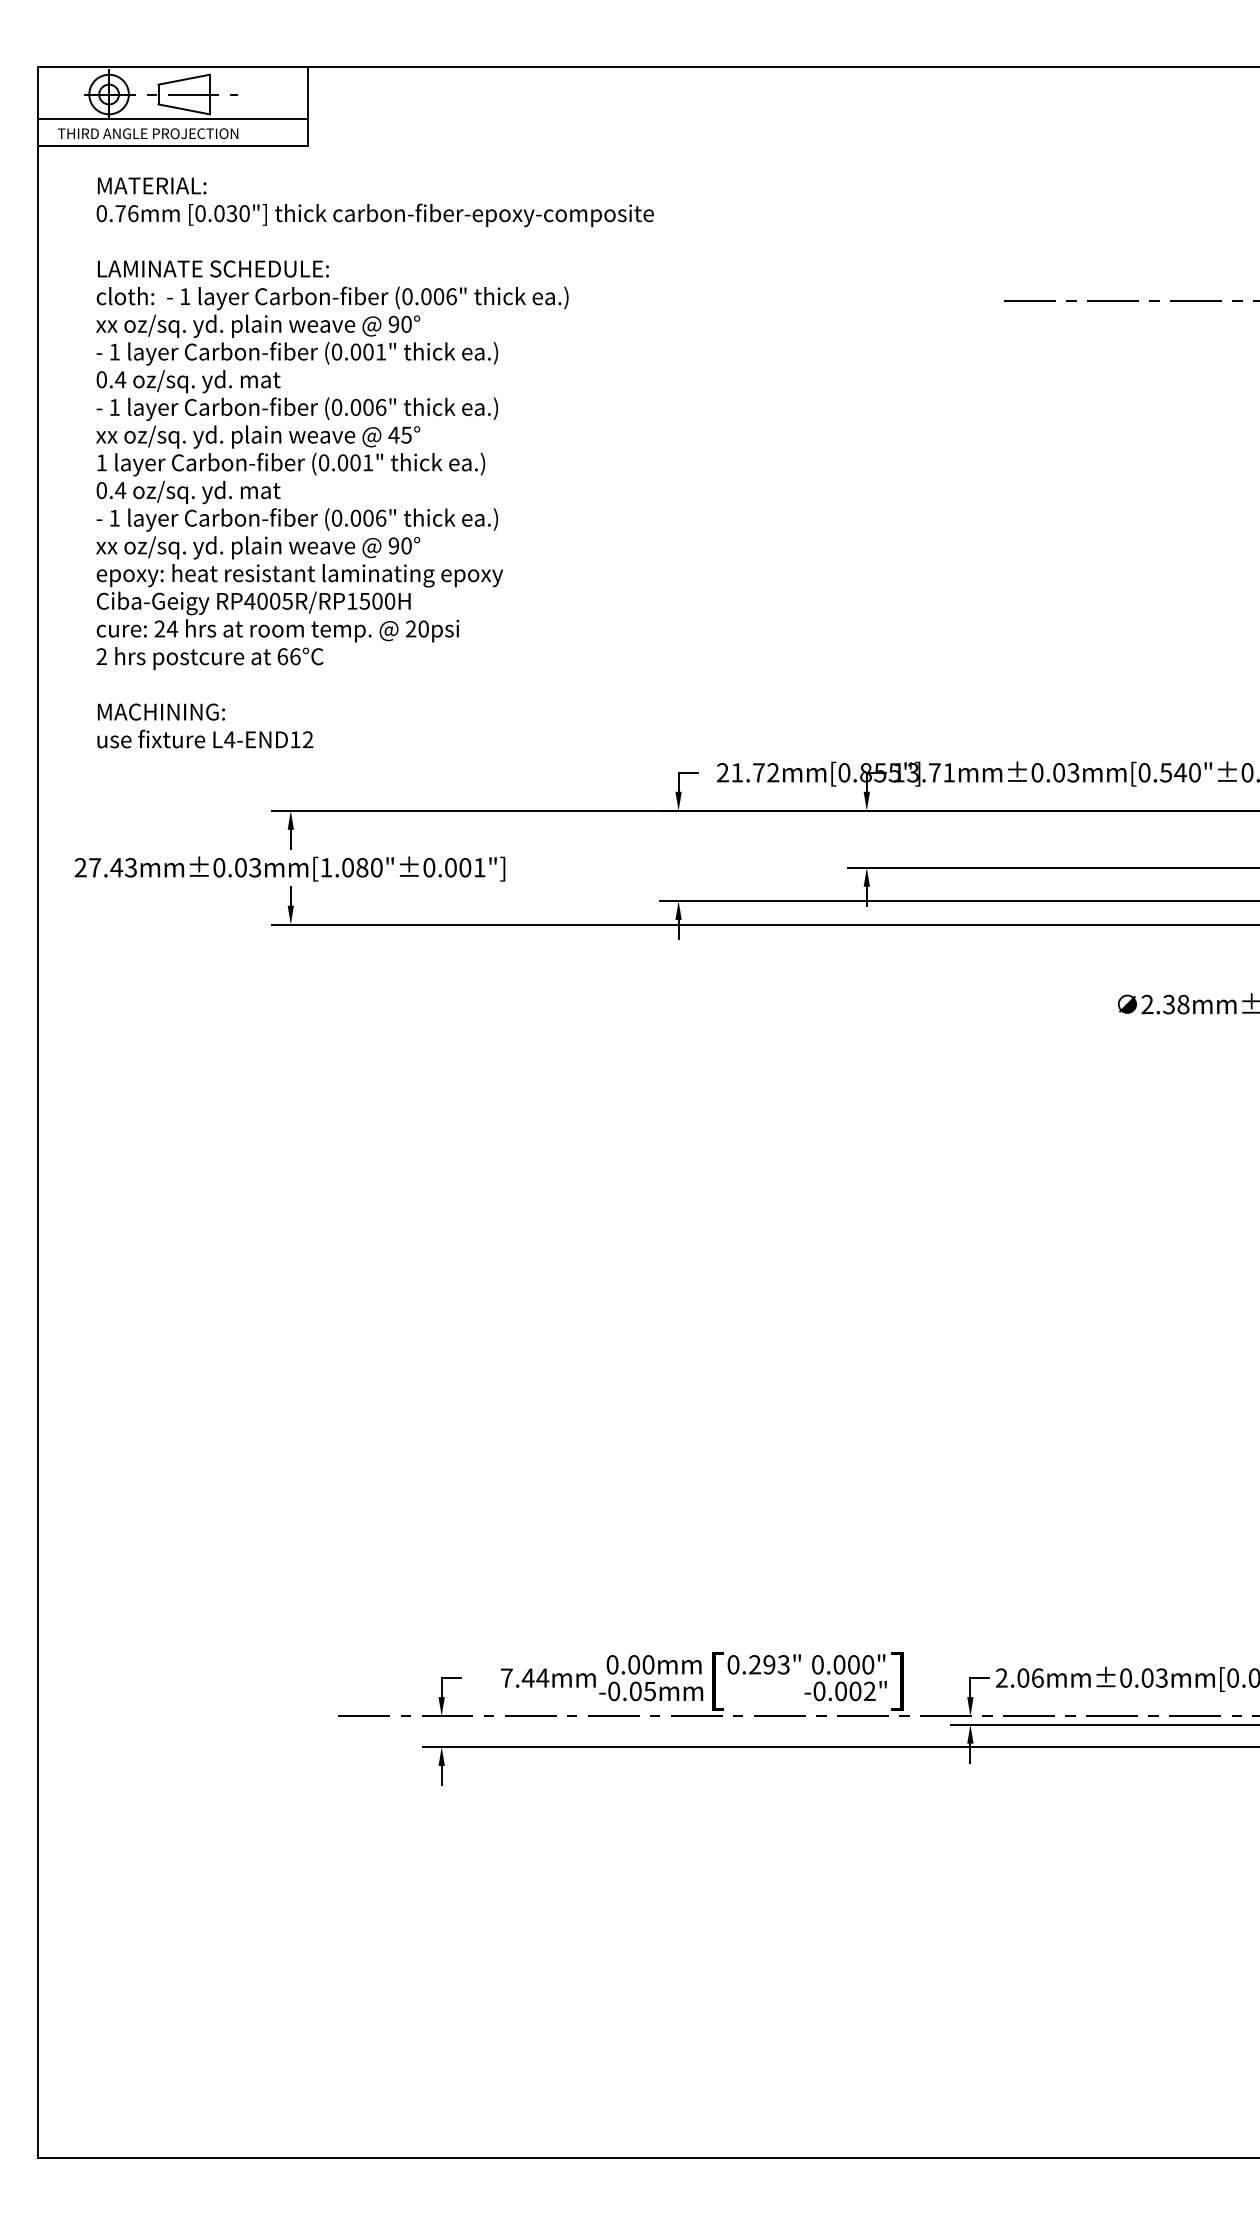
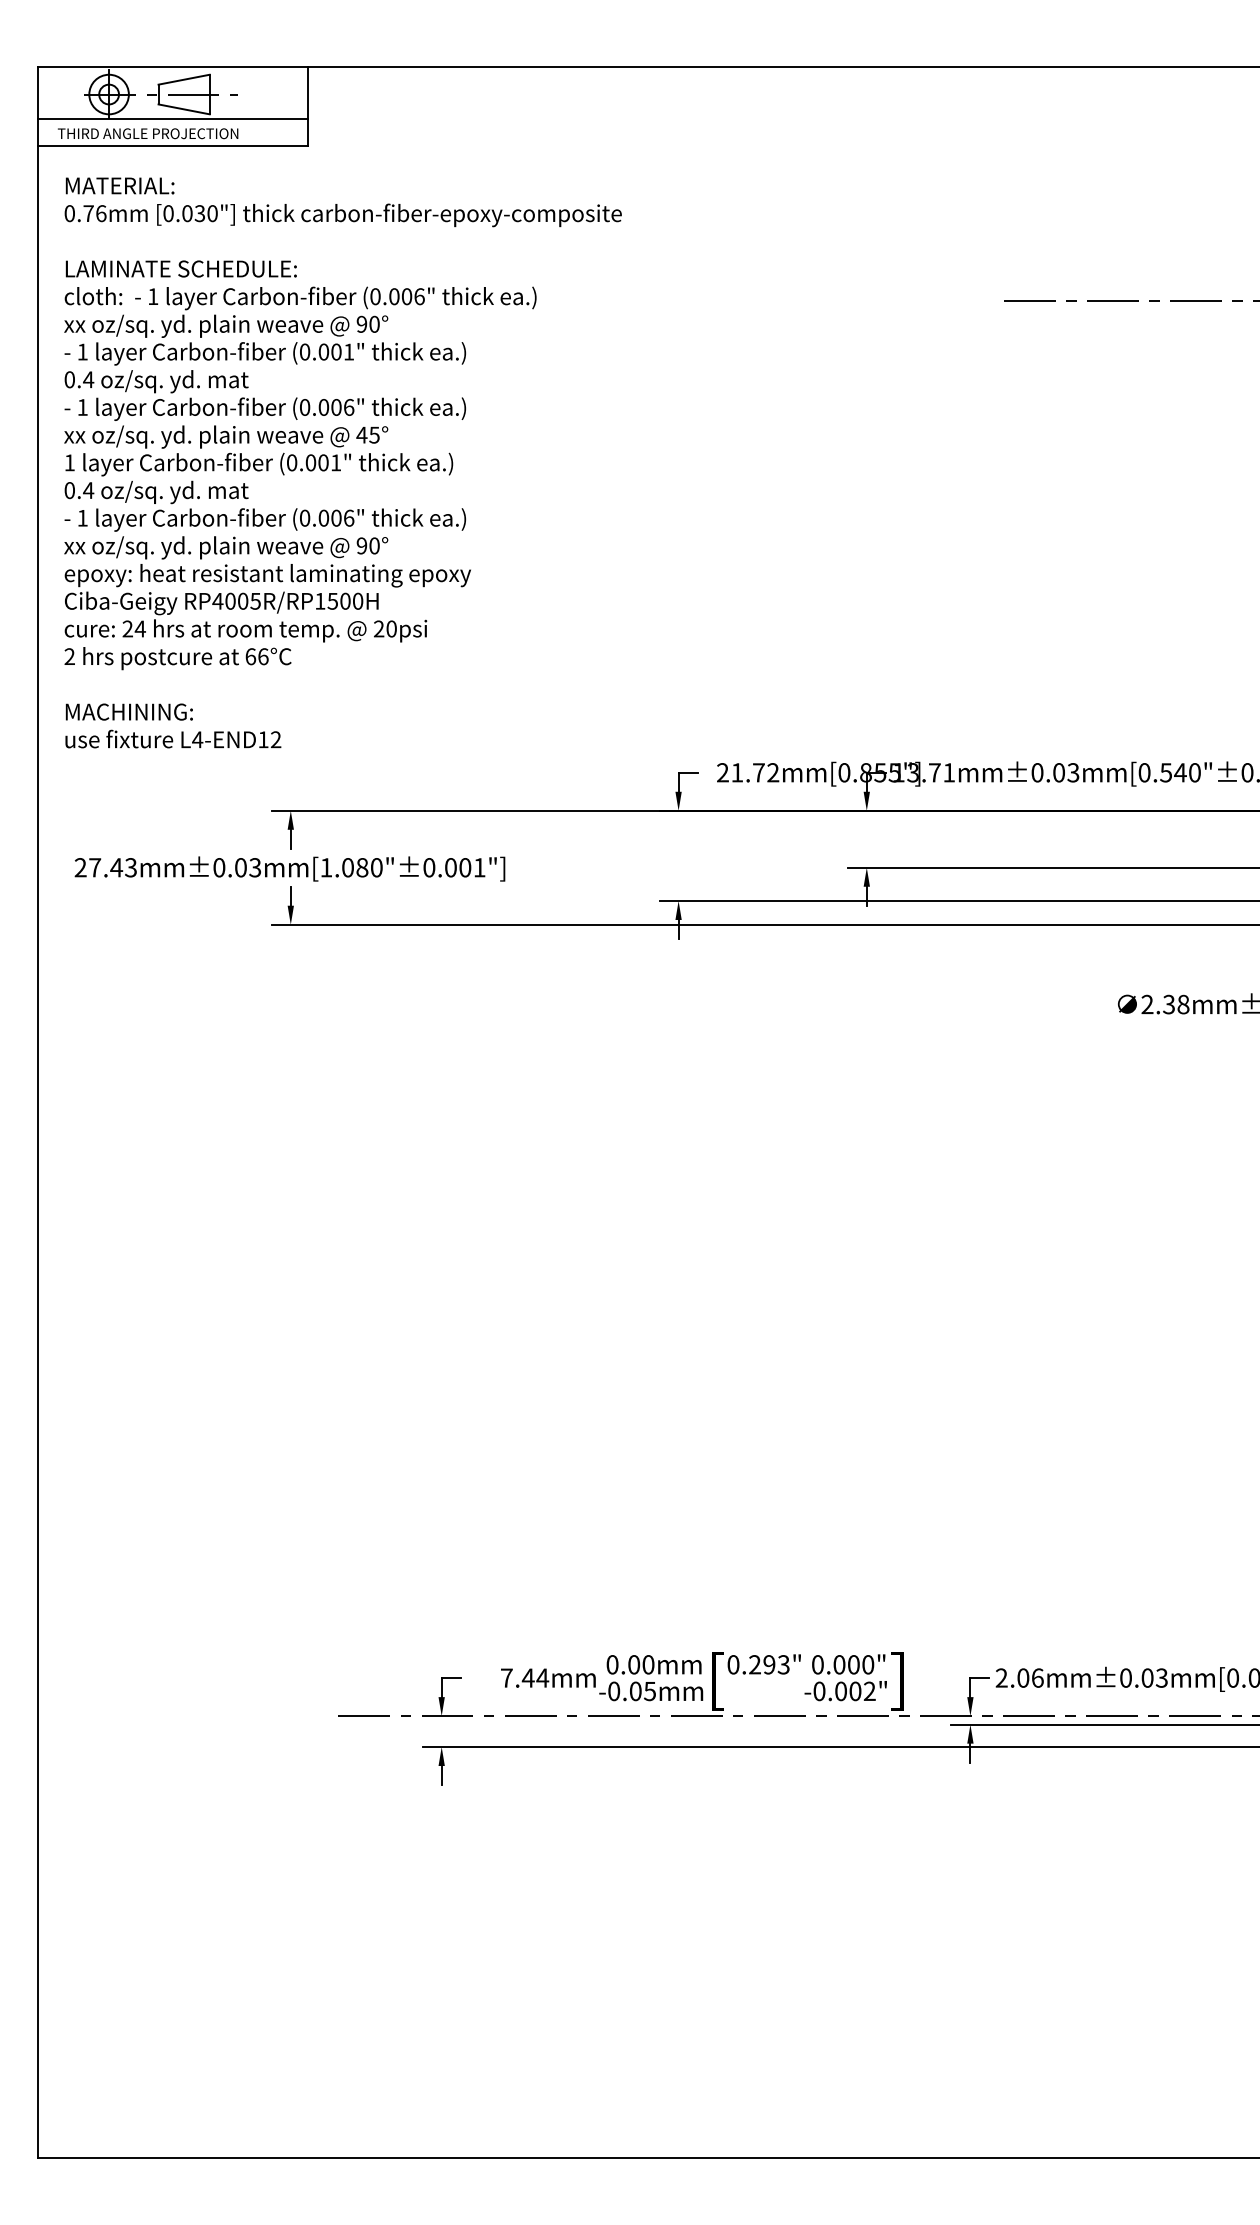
text at (374, 462) position: (374, 462) -> (342, 462)
